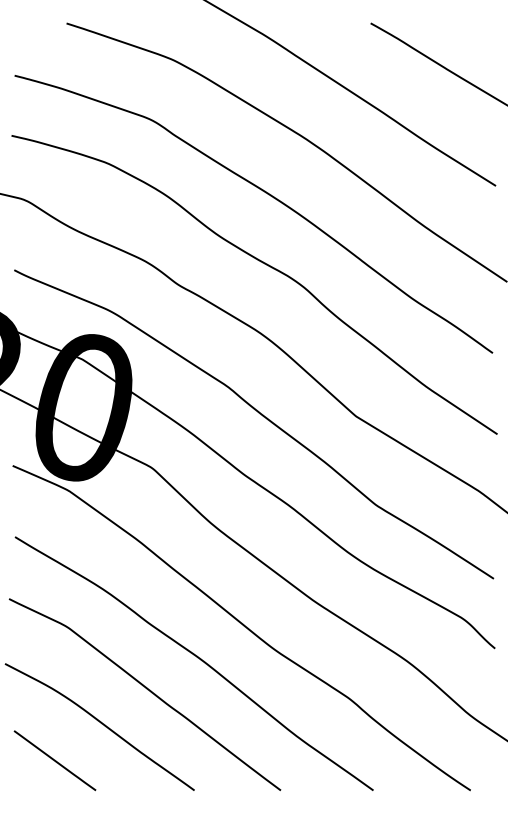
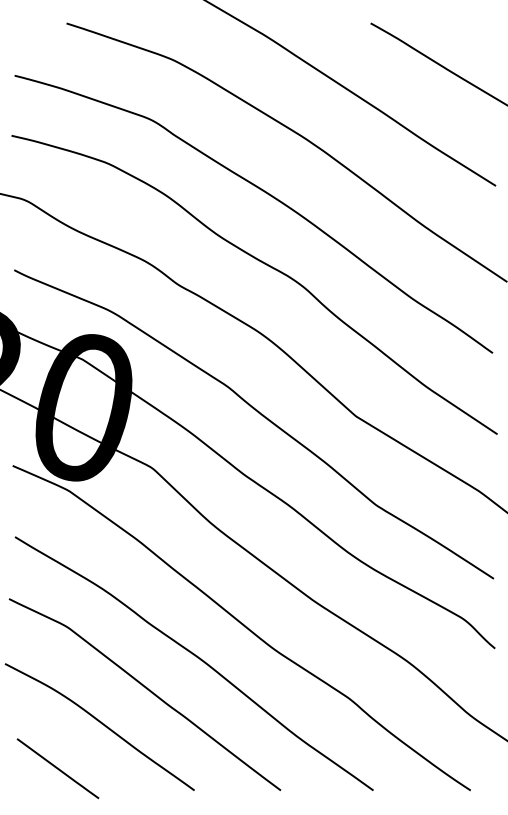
line at (54, 760) position: (54, 760) -> (57, 768)
